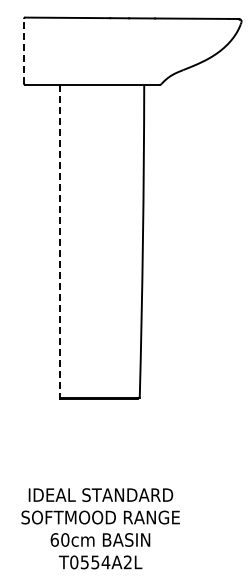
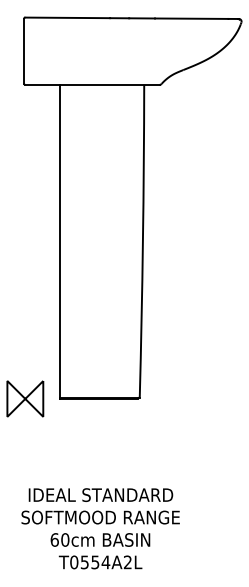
line at (24, 50): dashed -> solid
line at (59, 241): dashed -> solid
part at (25, 398): none -> present
